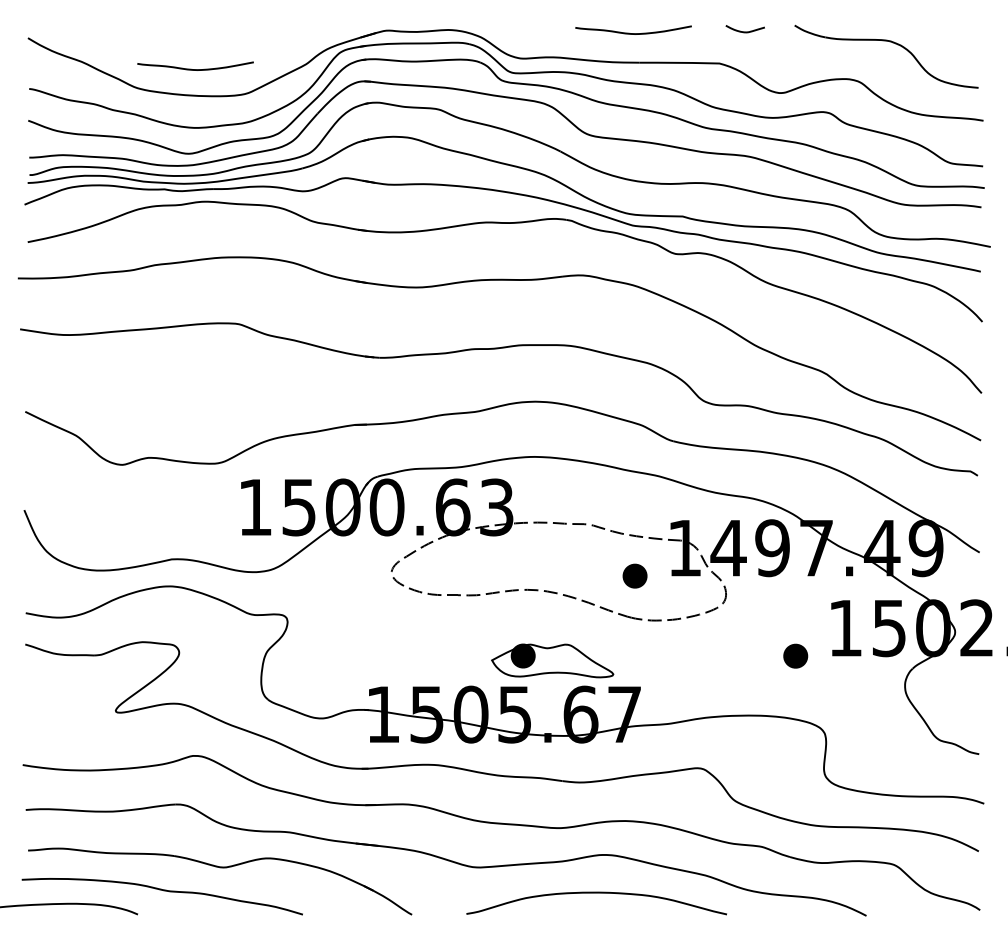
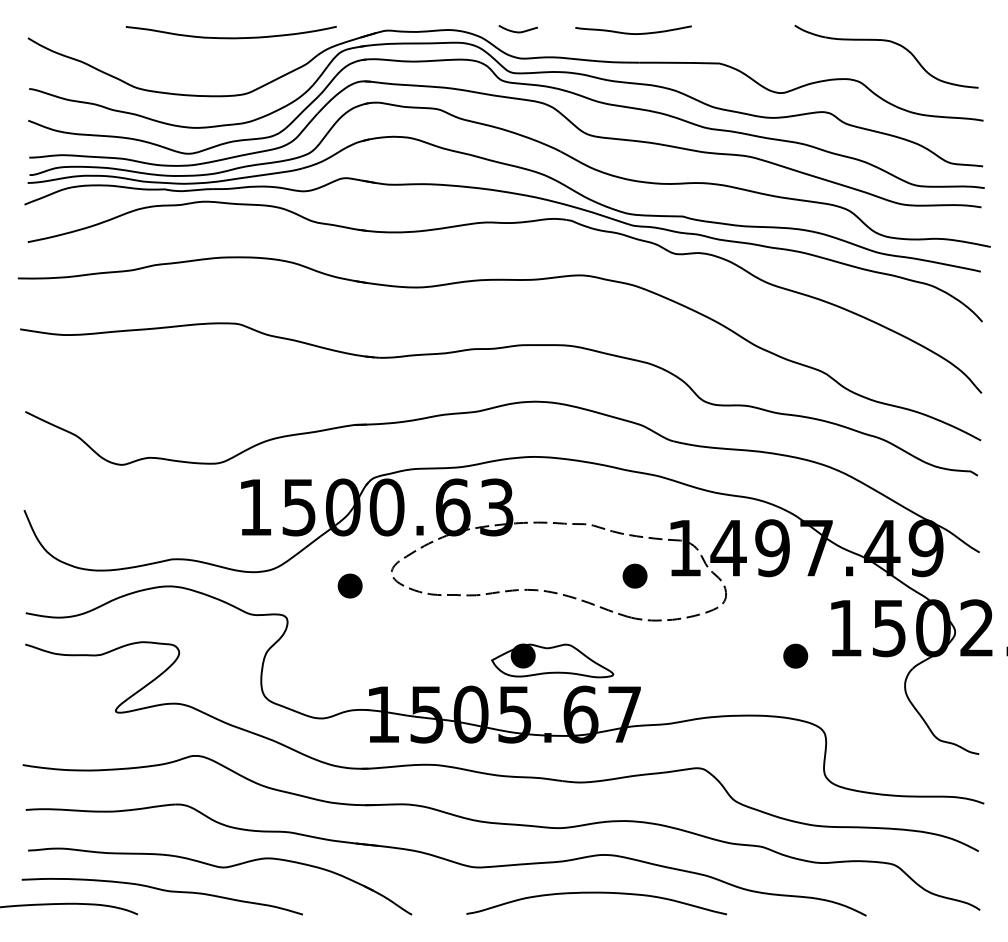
curve at (744, 31) position: (744, 31) -> (517, 31)
curve at (230, 37): none -> present
curve at (195, 69): present -> none
part at (349, 585): none -> present
